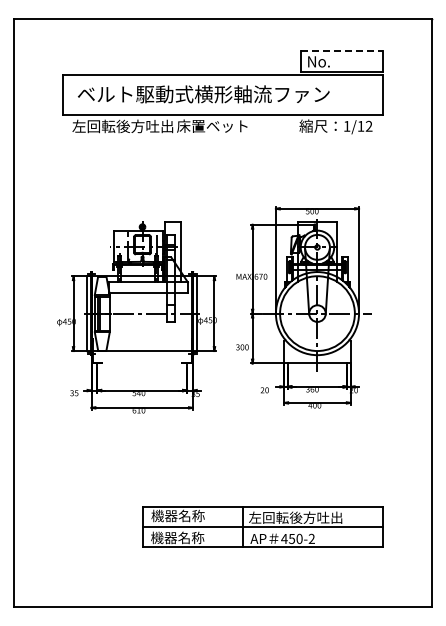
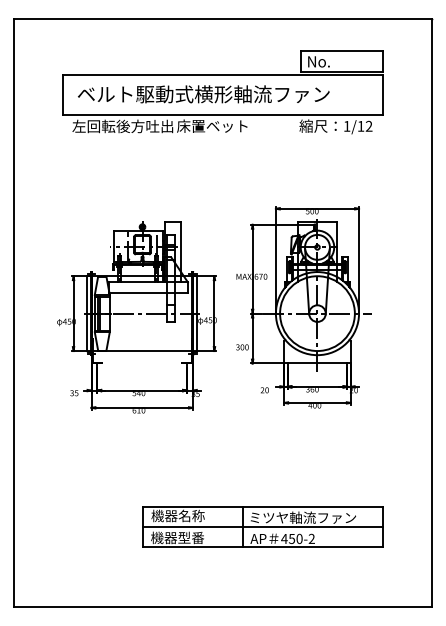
line at (341, 51): dashed -> solid
text at (302, 517): 左回転後方吐出 -> ミツヤ軸流ファン
text at (191, 537): 機器名称 -> 機器型番
